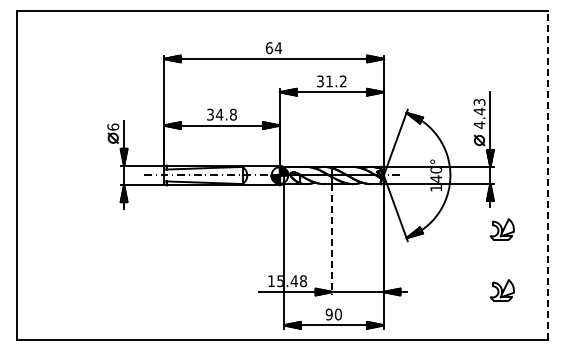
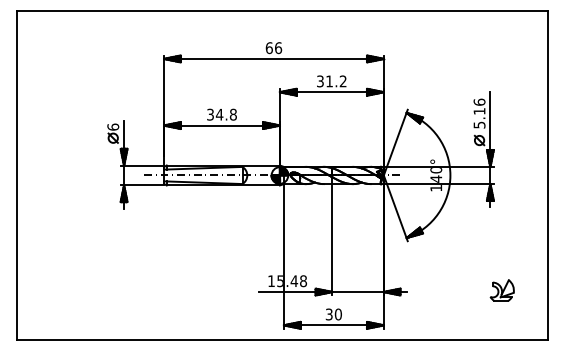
text at (278, 48): 64 -> 66
text at (479, 113): 4.43 -> 5.16
line at (548, 175): dashed -> solid
part at (501, 229): present -> none
line at (332, 239): dashed -> solid
text at (328, 314): 90 -> 30
